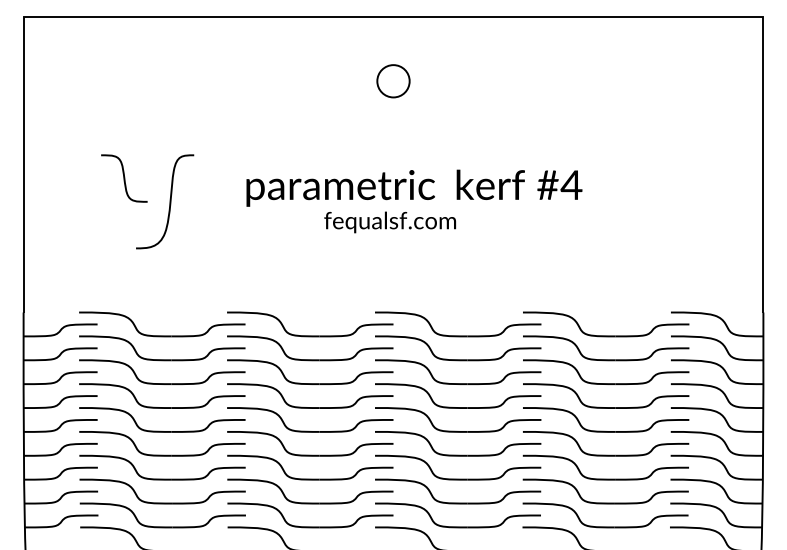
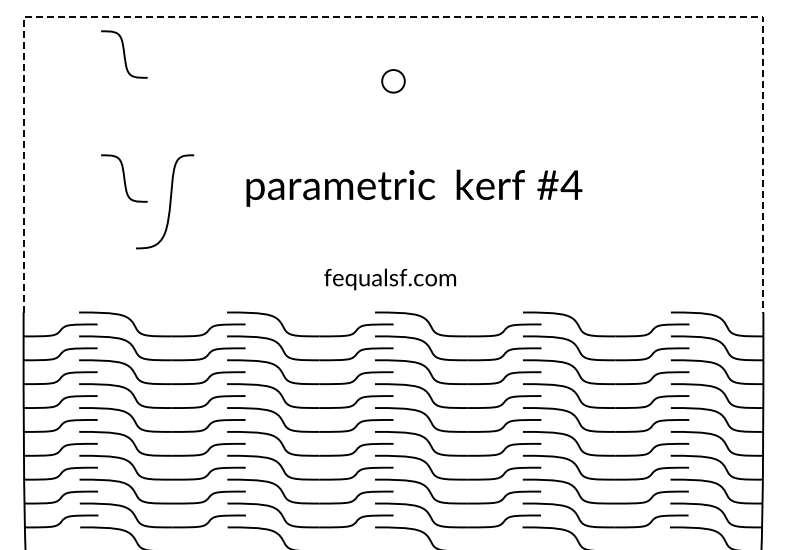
line at (393, 16): solid -> dashed
curve at (124, 54): none -> present
part at (393, 81) size: 35x35 px -> 25x25 px
text at (389, 222) position: (389, 222) -> (389, 279)
